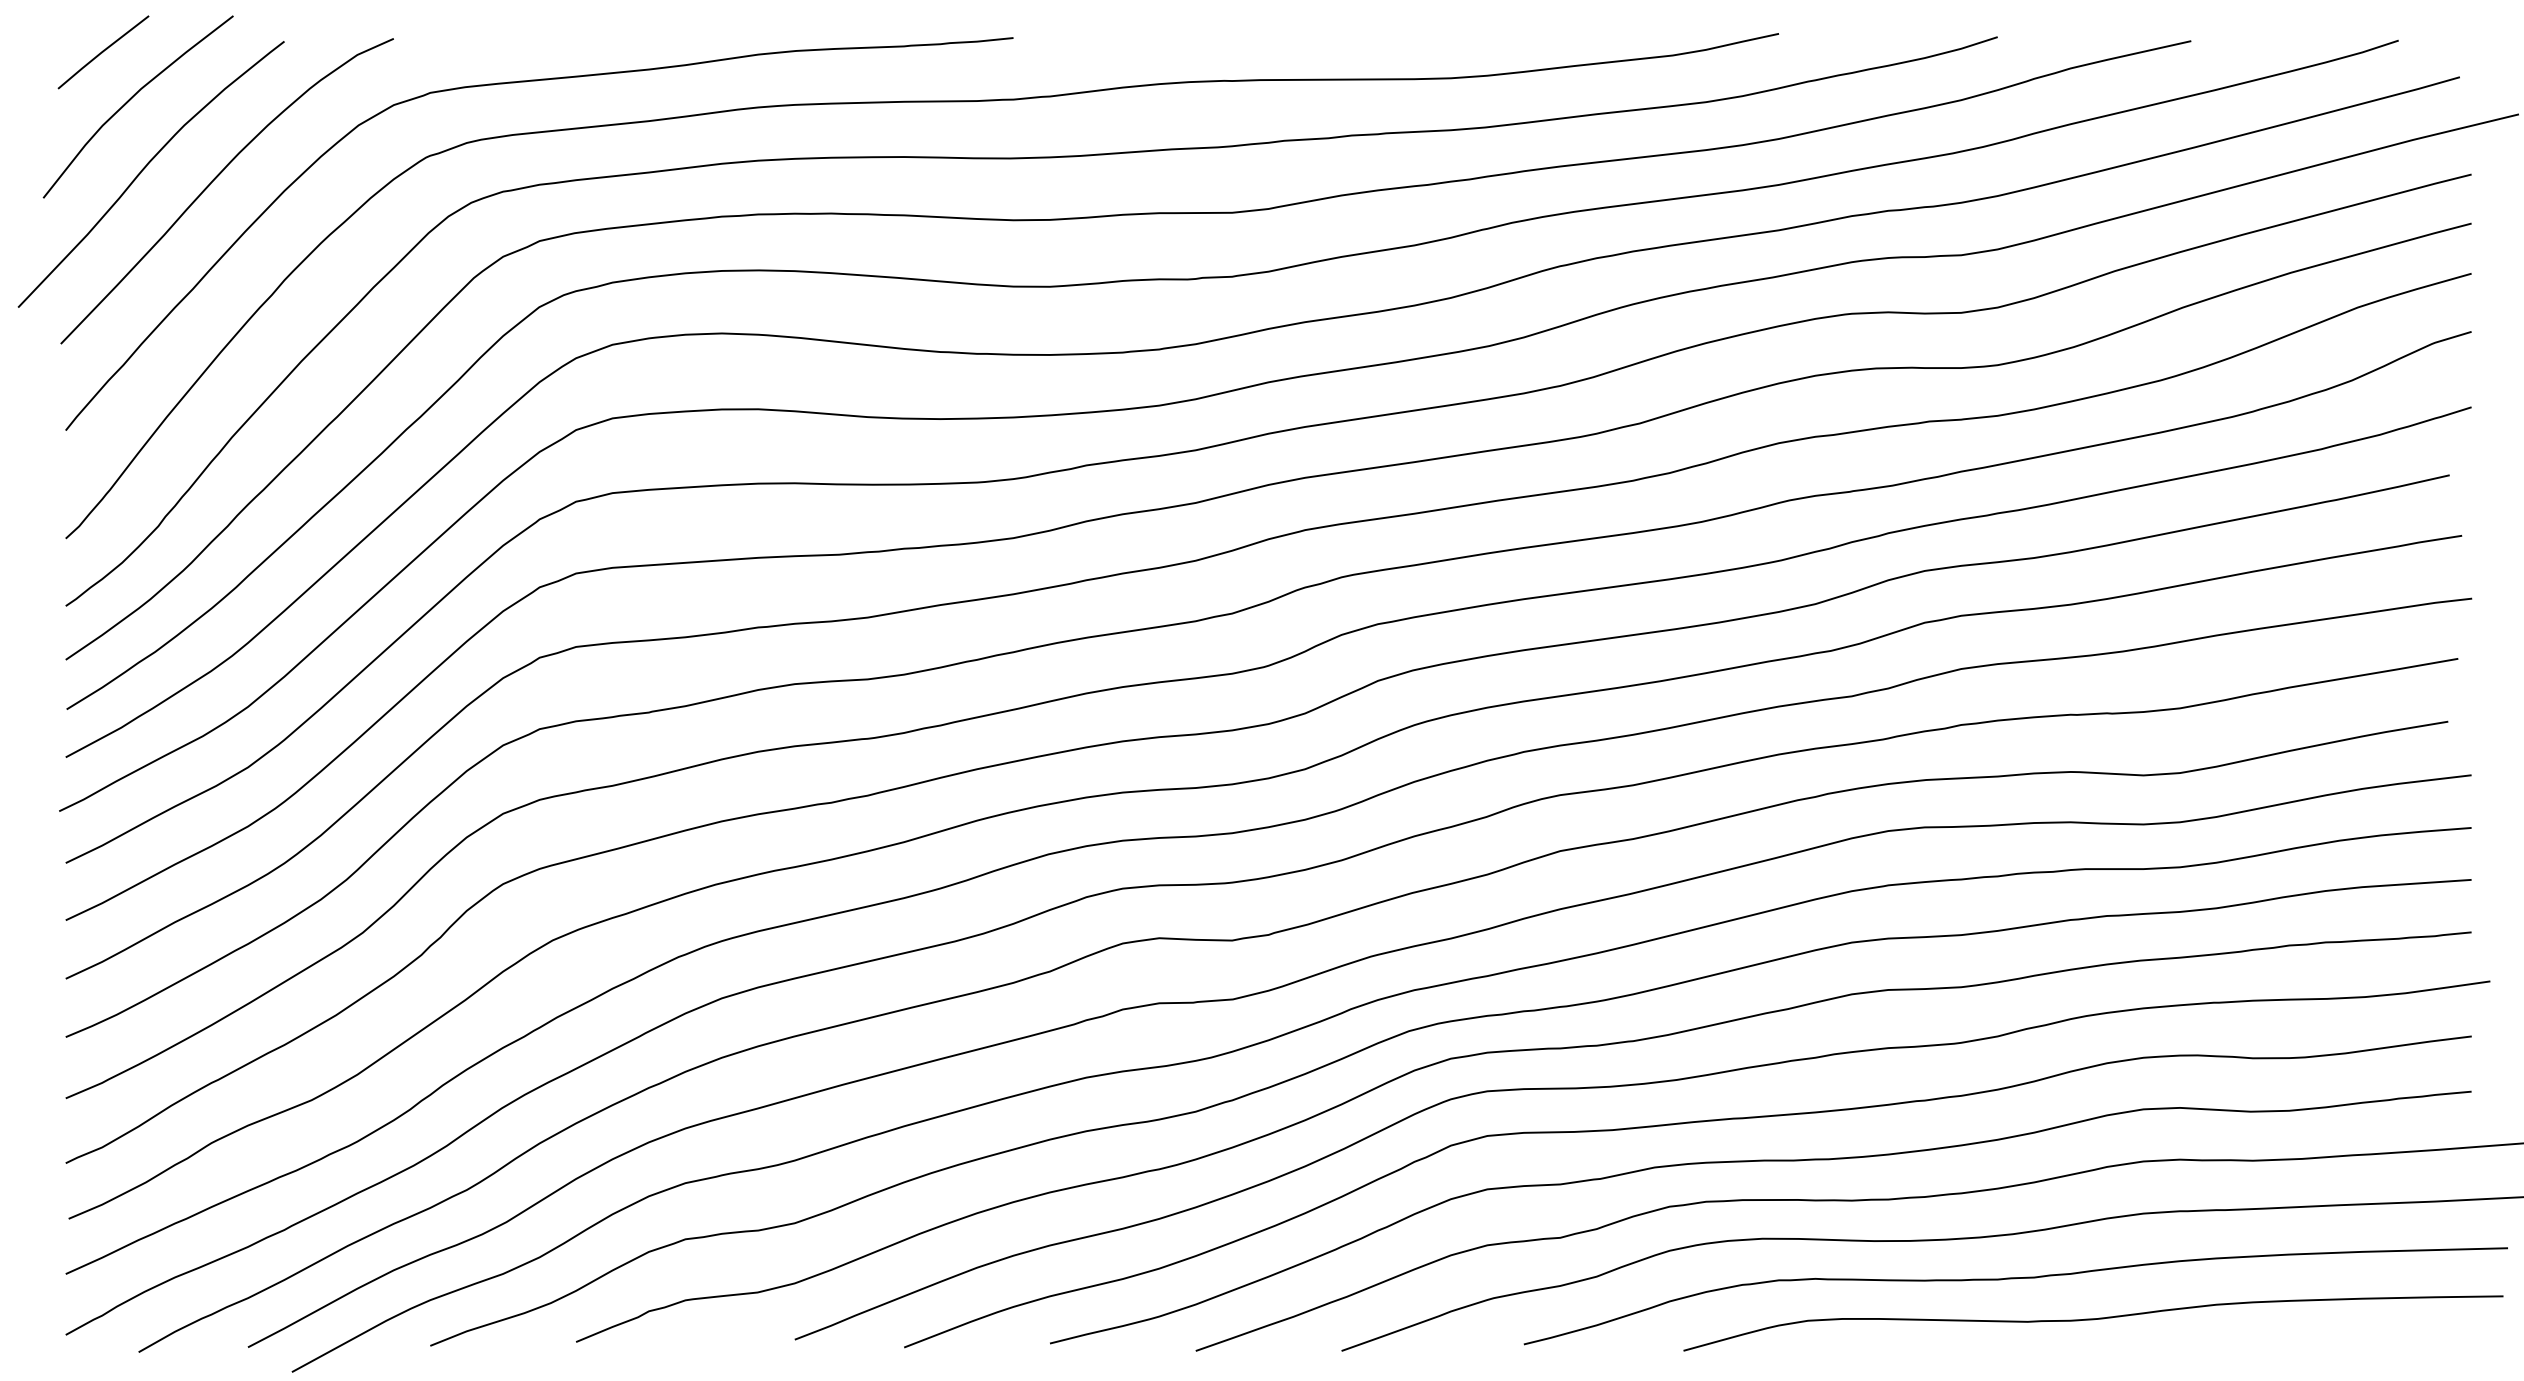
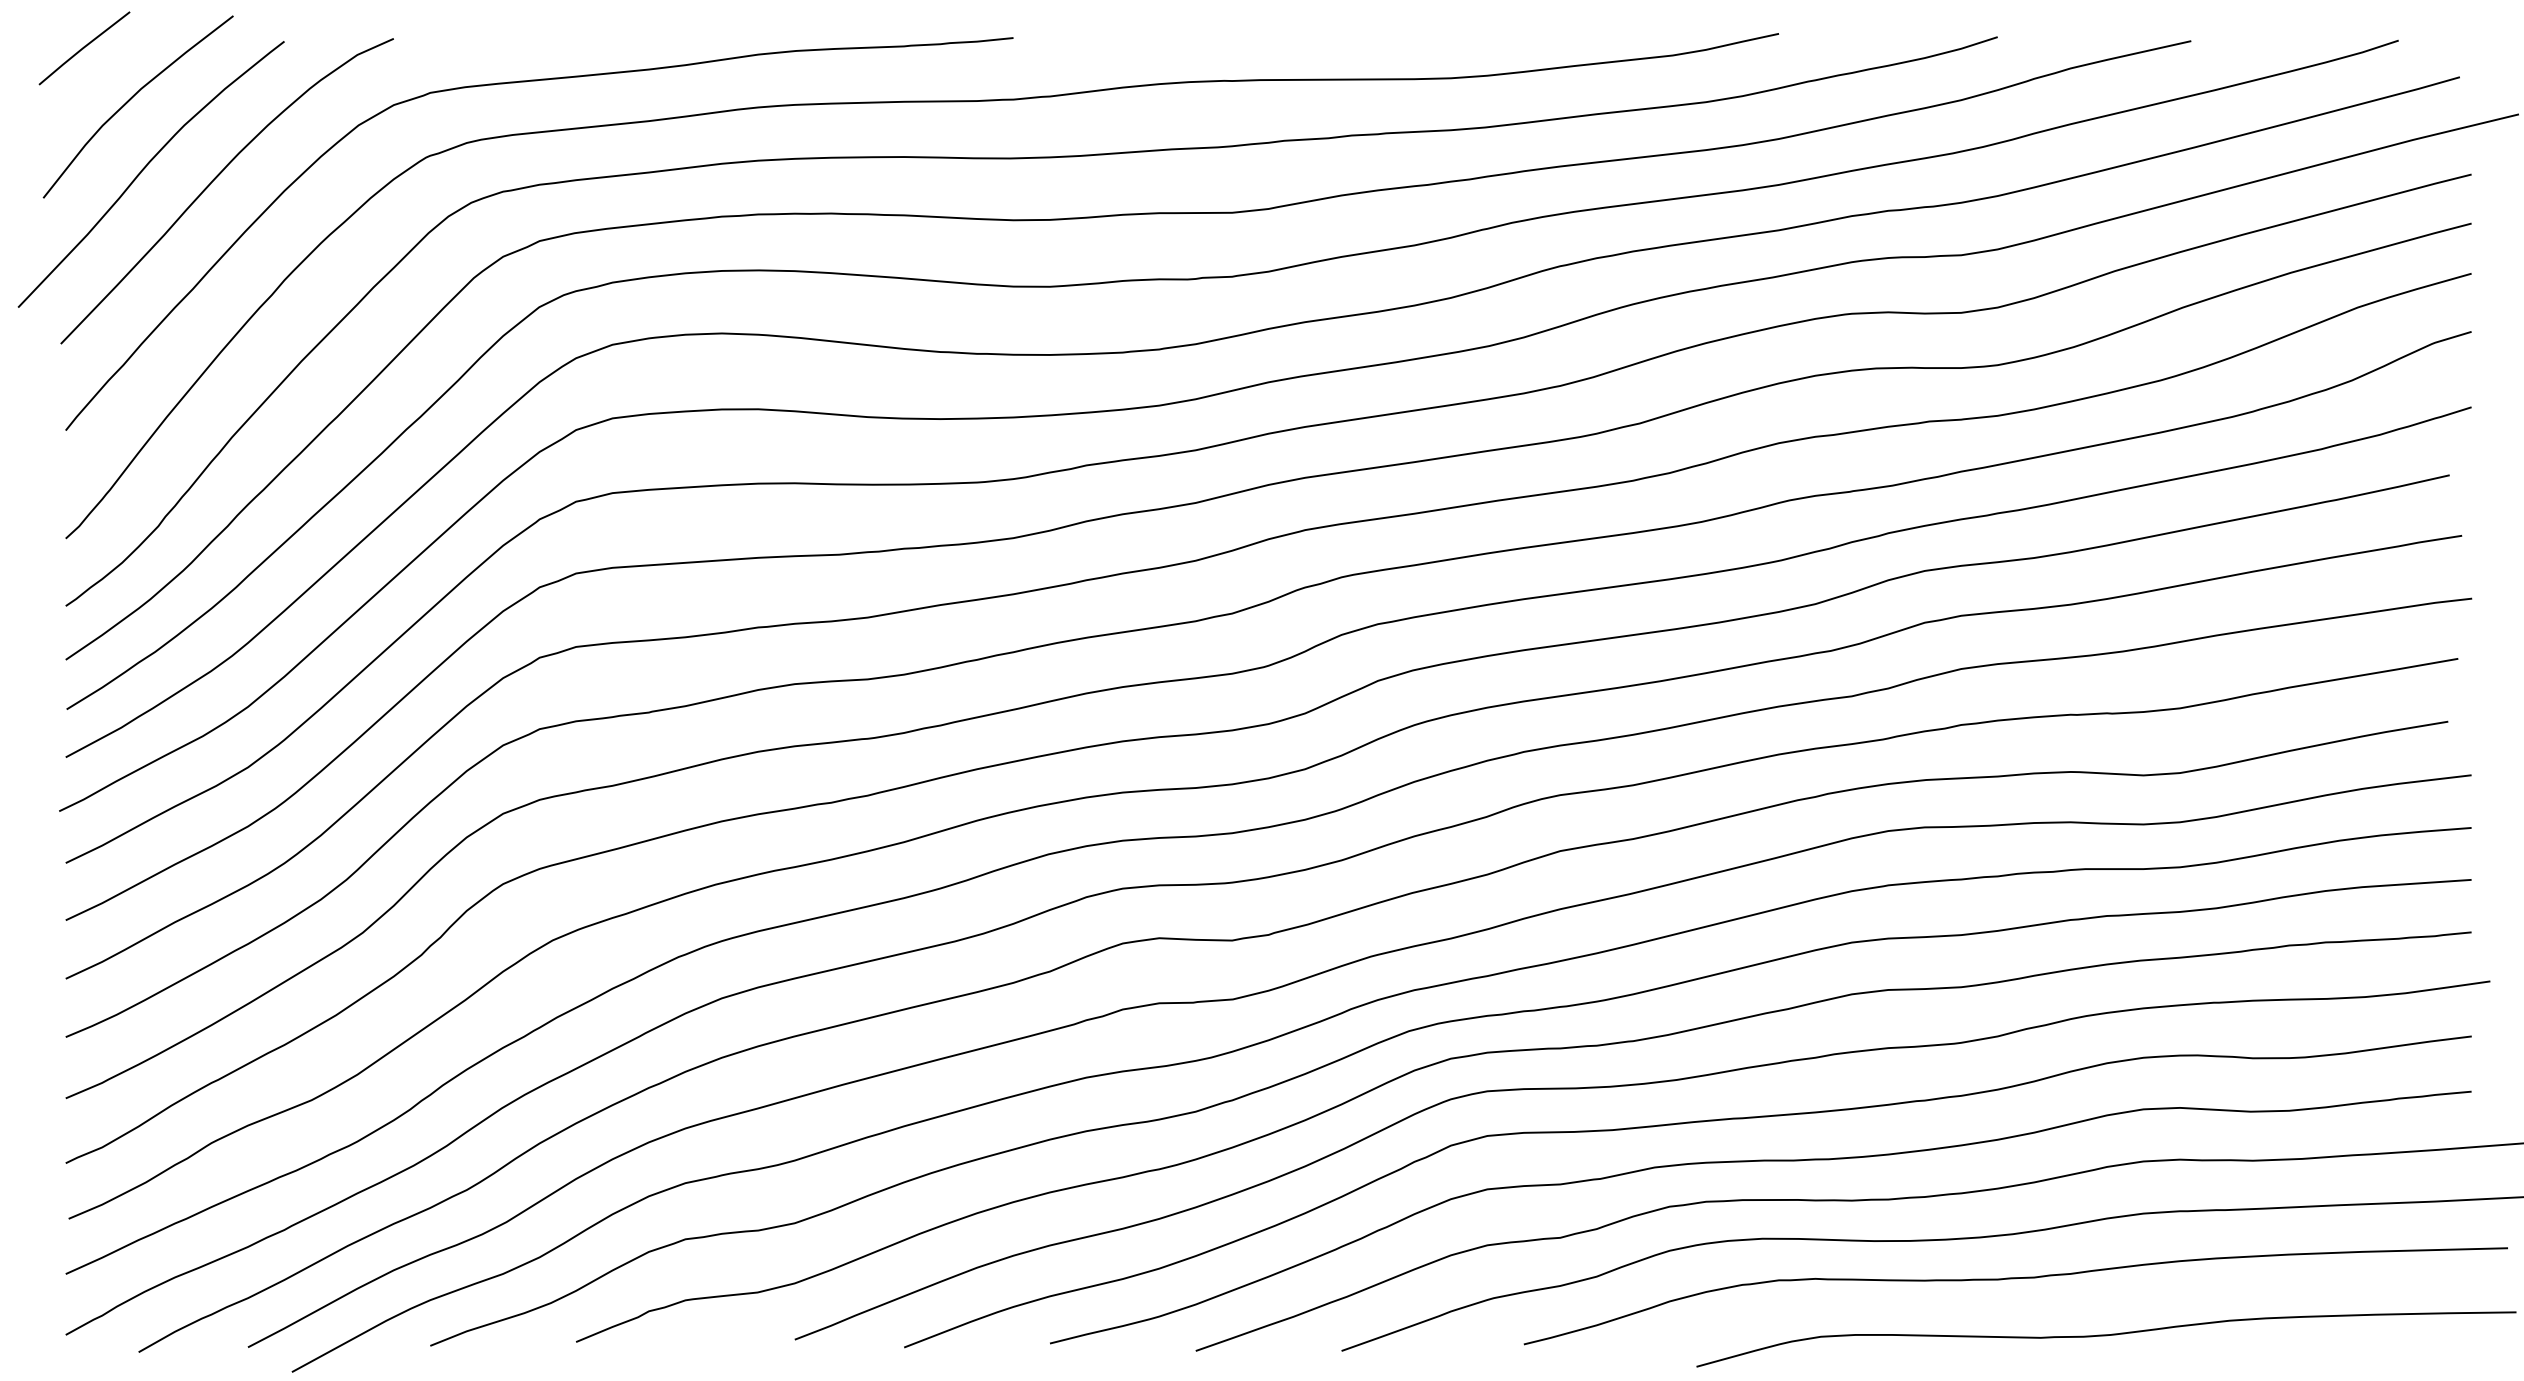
line at (103, 52) position: (103, 52) -> (84, 48)
curve at (2093, 1320) position: (2093, 1320) -> (2106, 1336)
